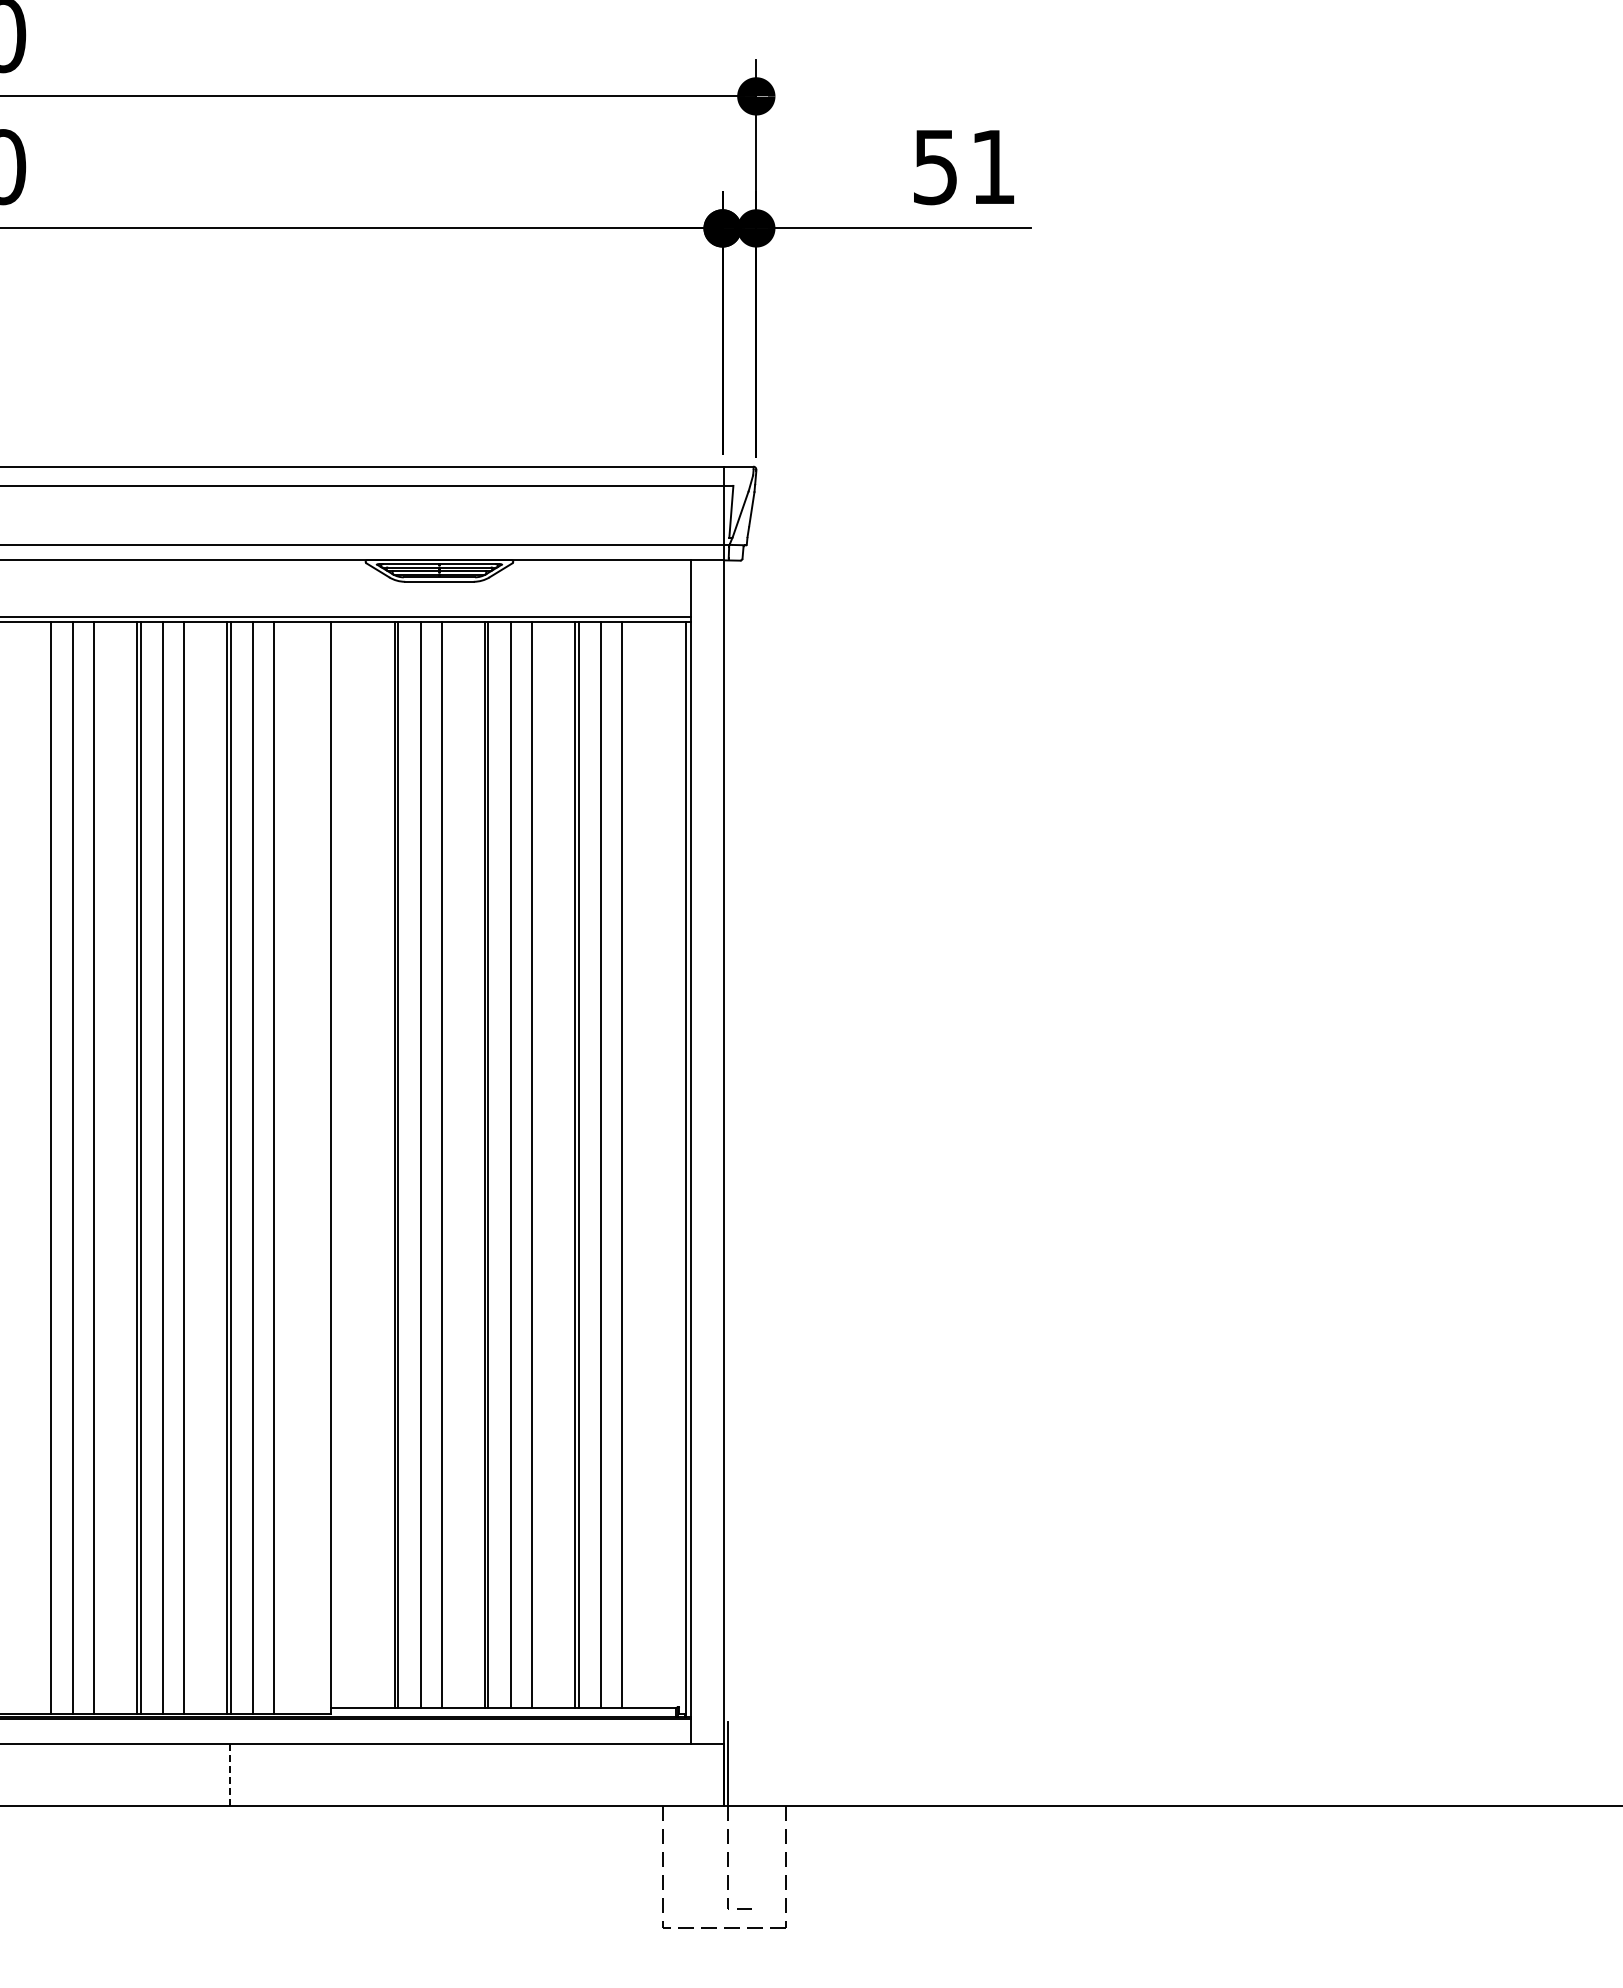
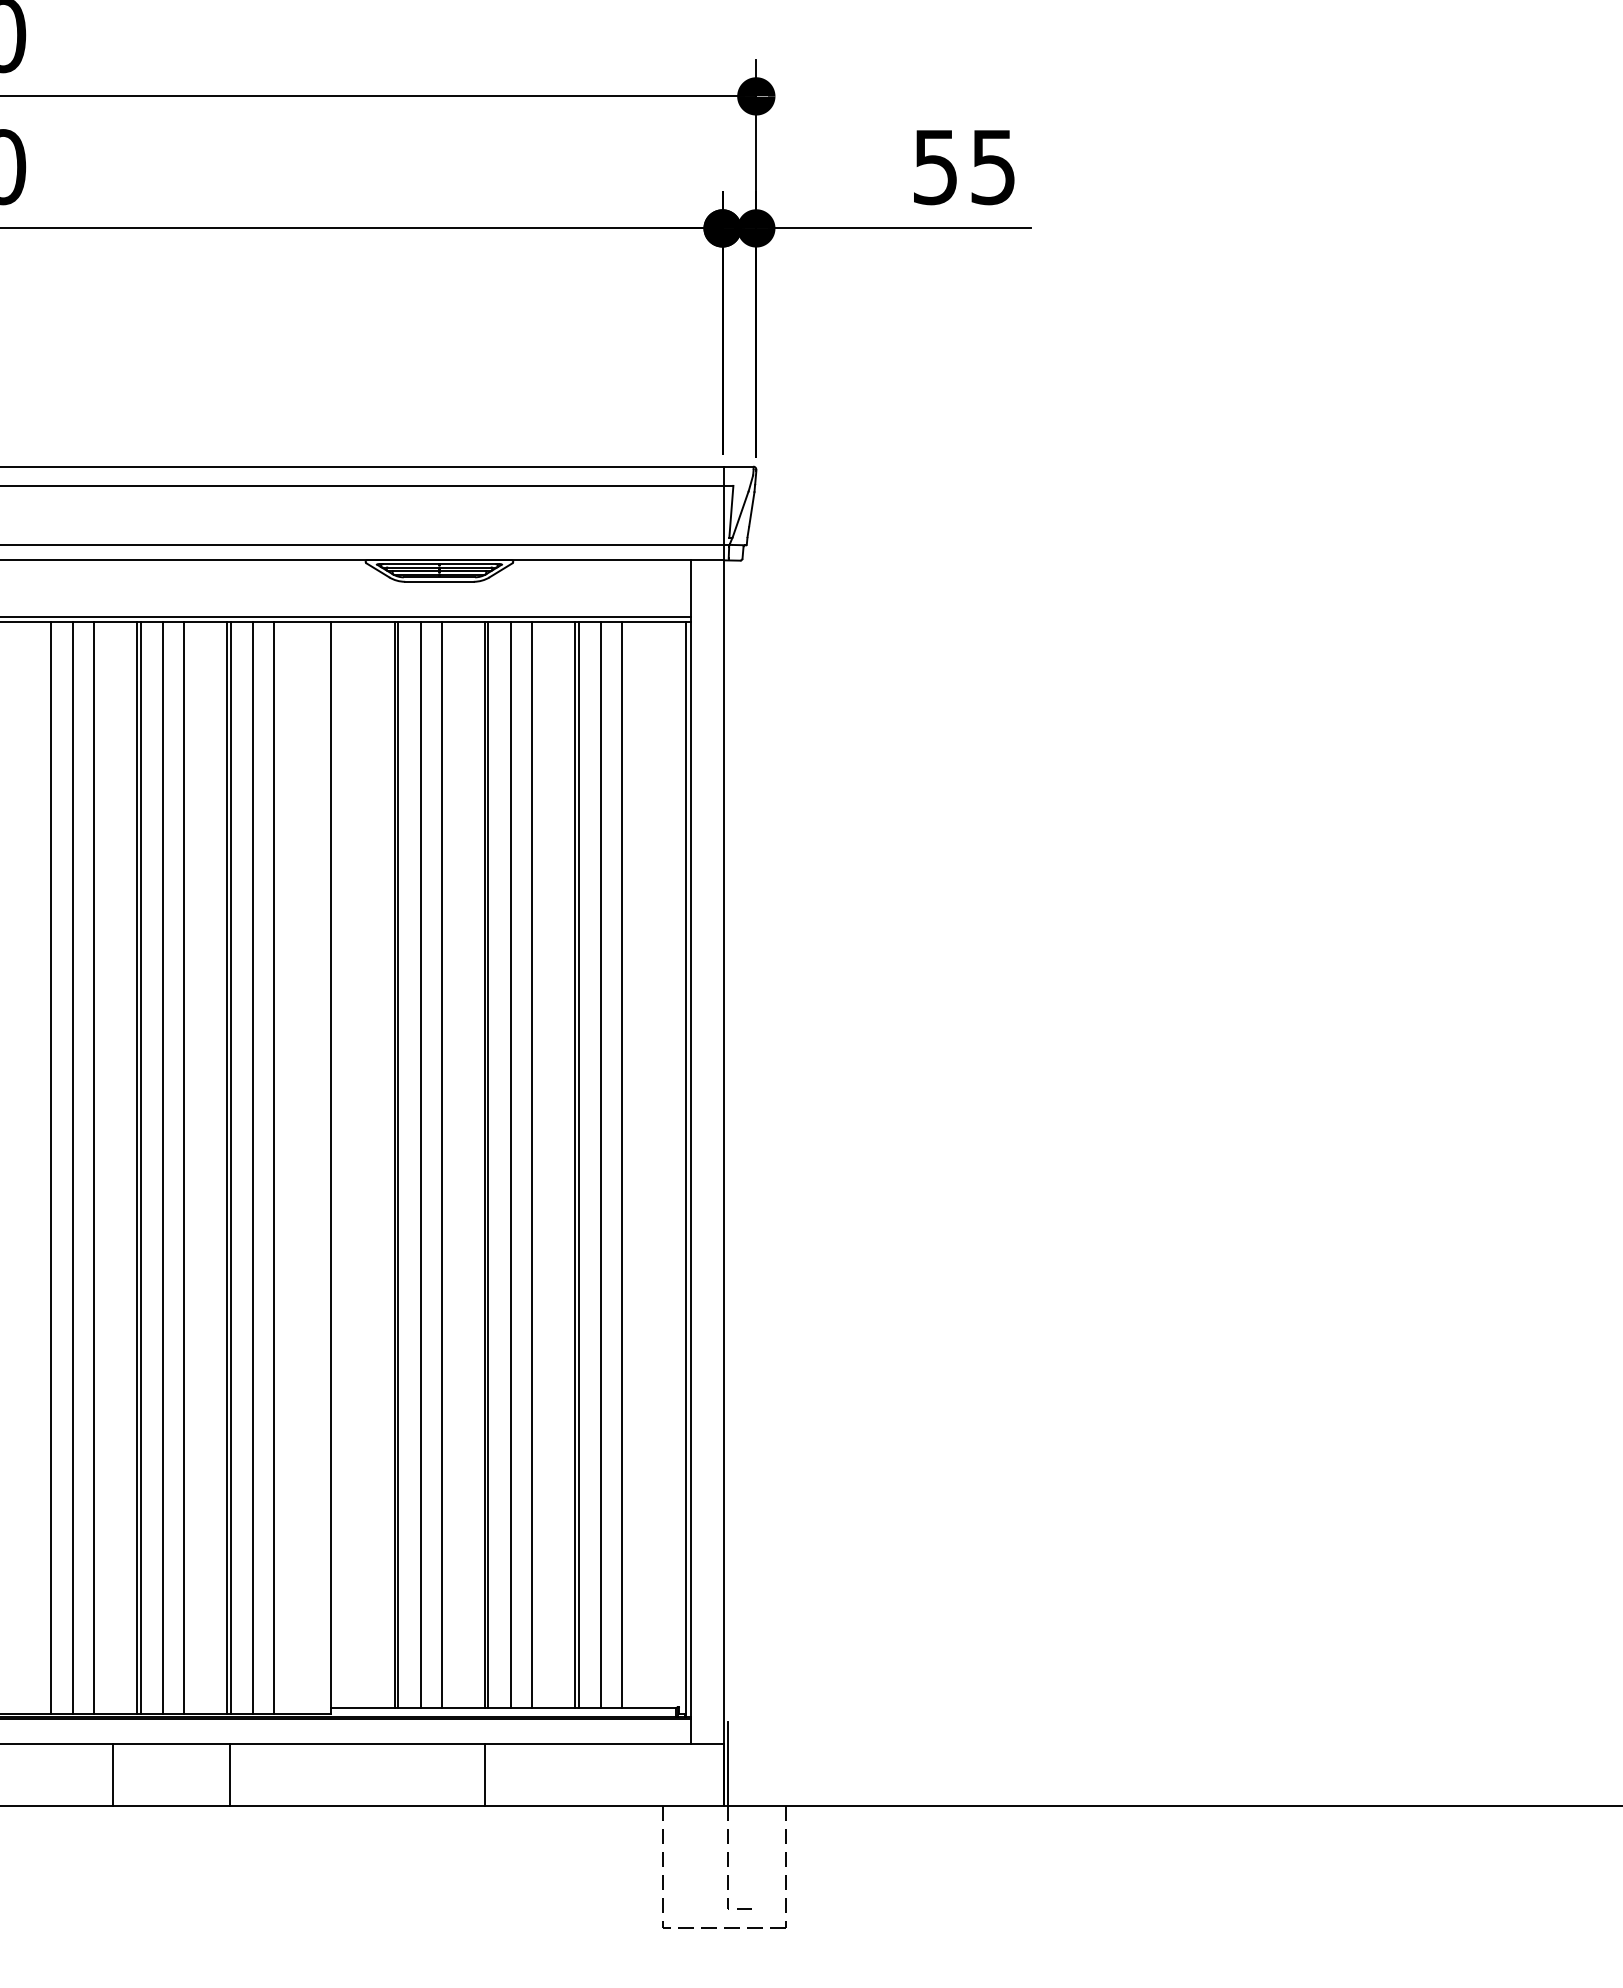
text at (992, 167): 51 -> 55
line at (113, 1774): none -> present
line at (485, 1774): none -> present
line at (229, 1775): dashed -> solid
